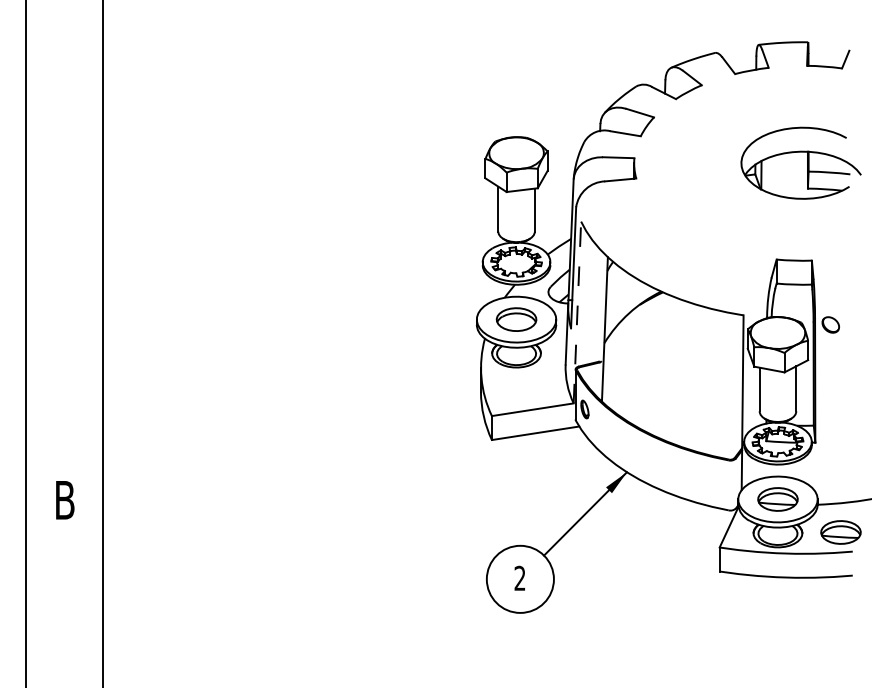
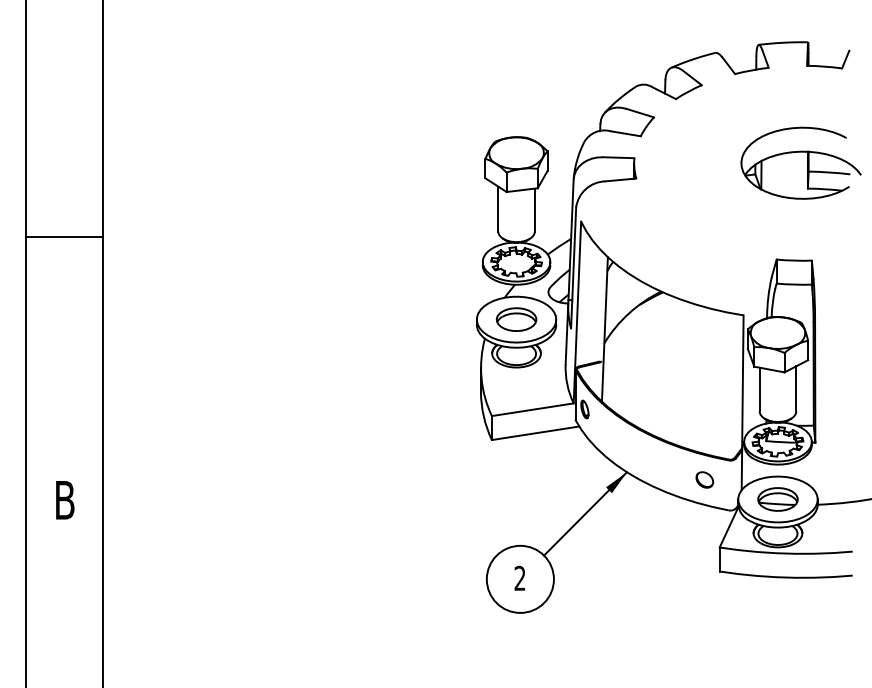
line at (64, 236): none -> present
line at (577, 312): dashed -> solid
part at (830, 324) position: (830, 324) -> (704, 479)
part at (840, 532): present -> none
